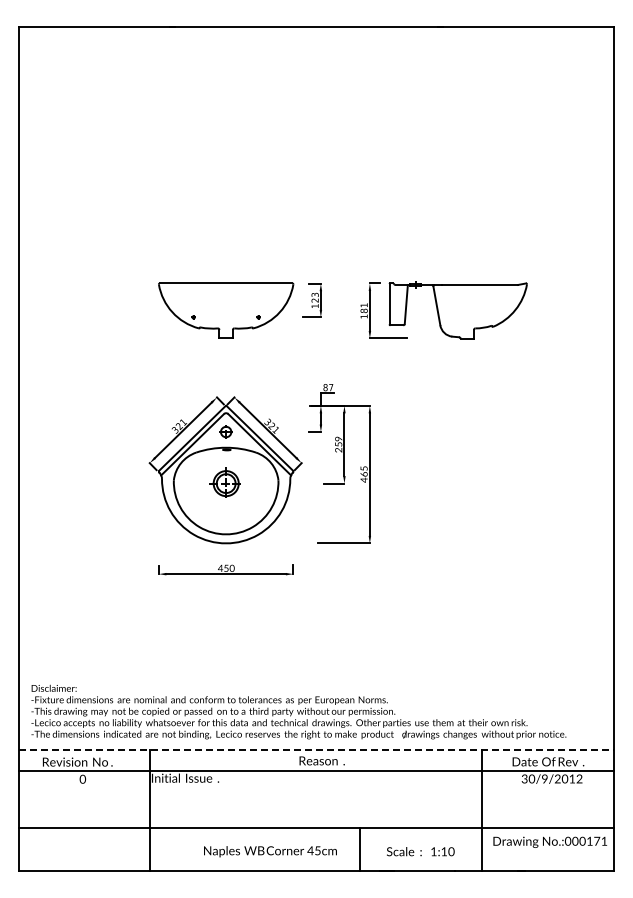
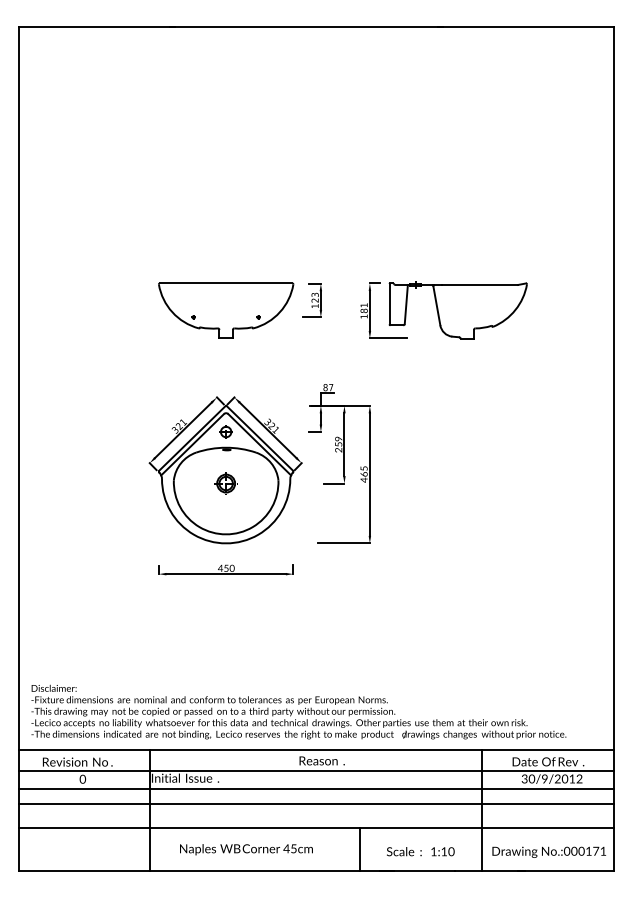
part at (224, 482) size: 32x31 px -> 24x23 px
line at (317, 750): dashed -> solid
line at (316, 788): none -> present
line at (316, 804): none -> present
text at (549, 841) position: (549, 841) -> (548, 851)
text at (270, 851) position: (270, 851) -> (246, 849)
